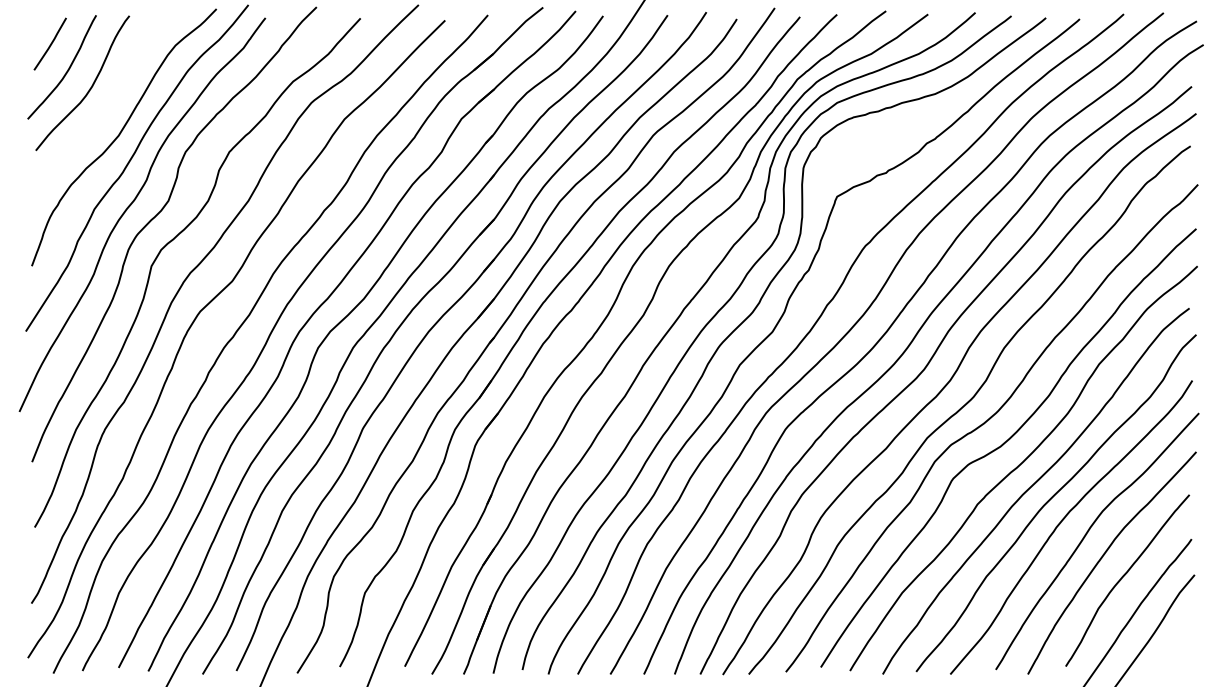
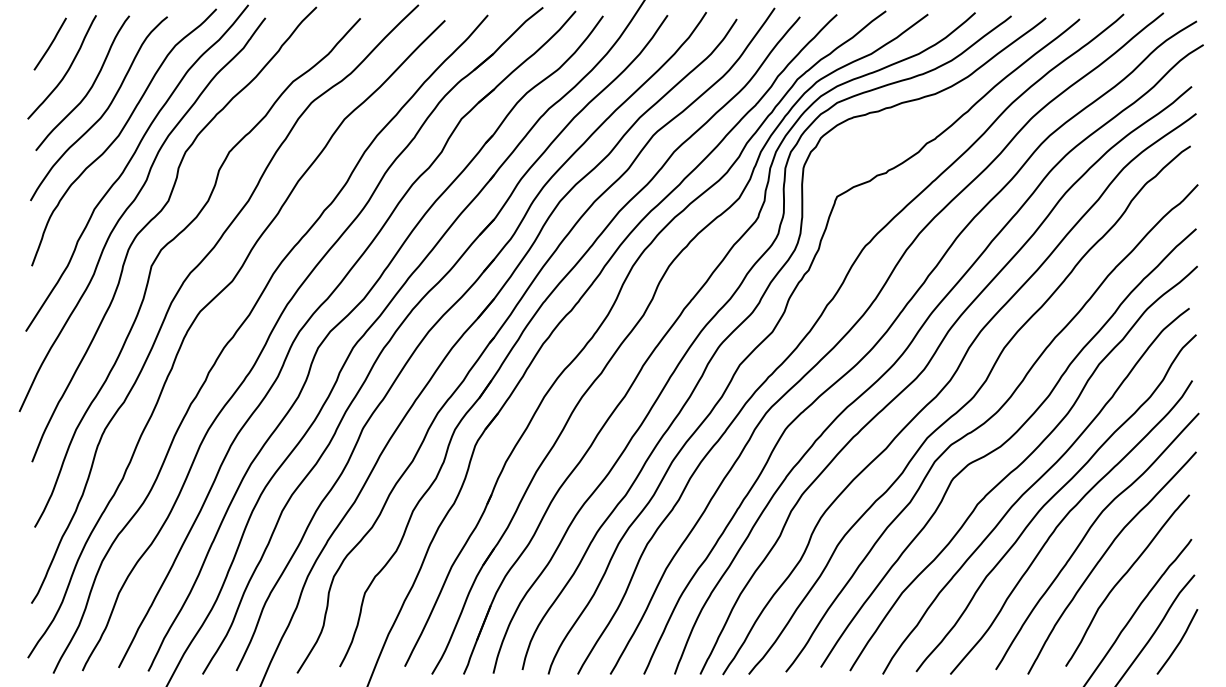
curve at (103, 112): none -> present
curve at (1178, 642): none -> present
